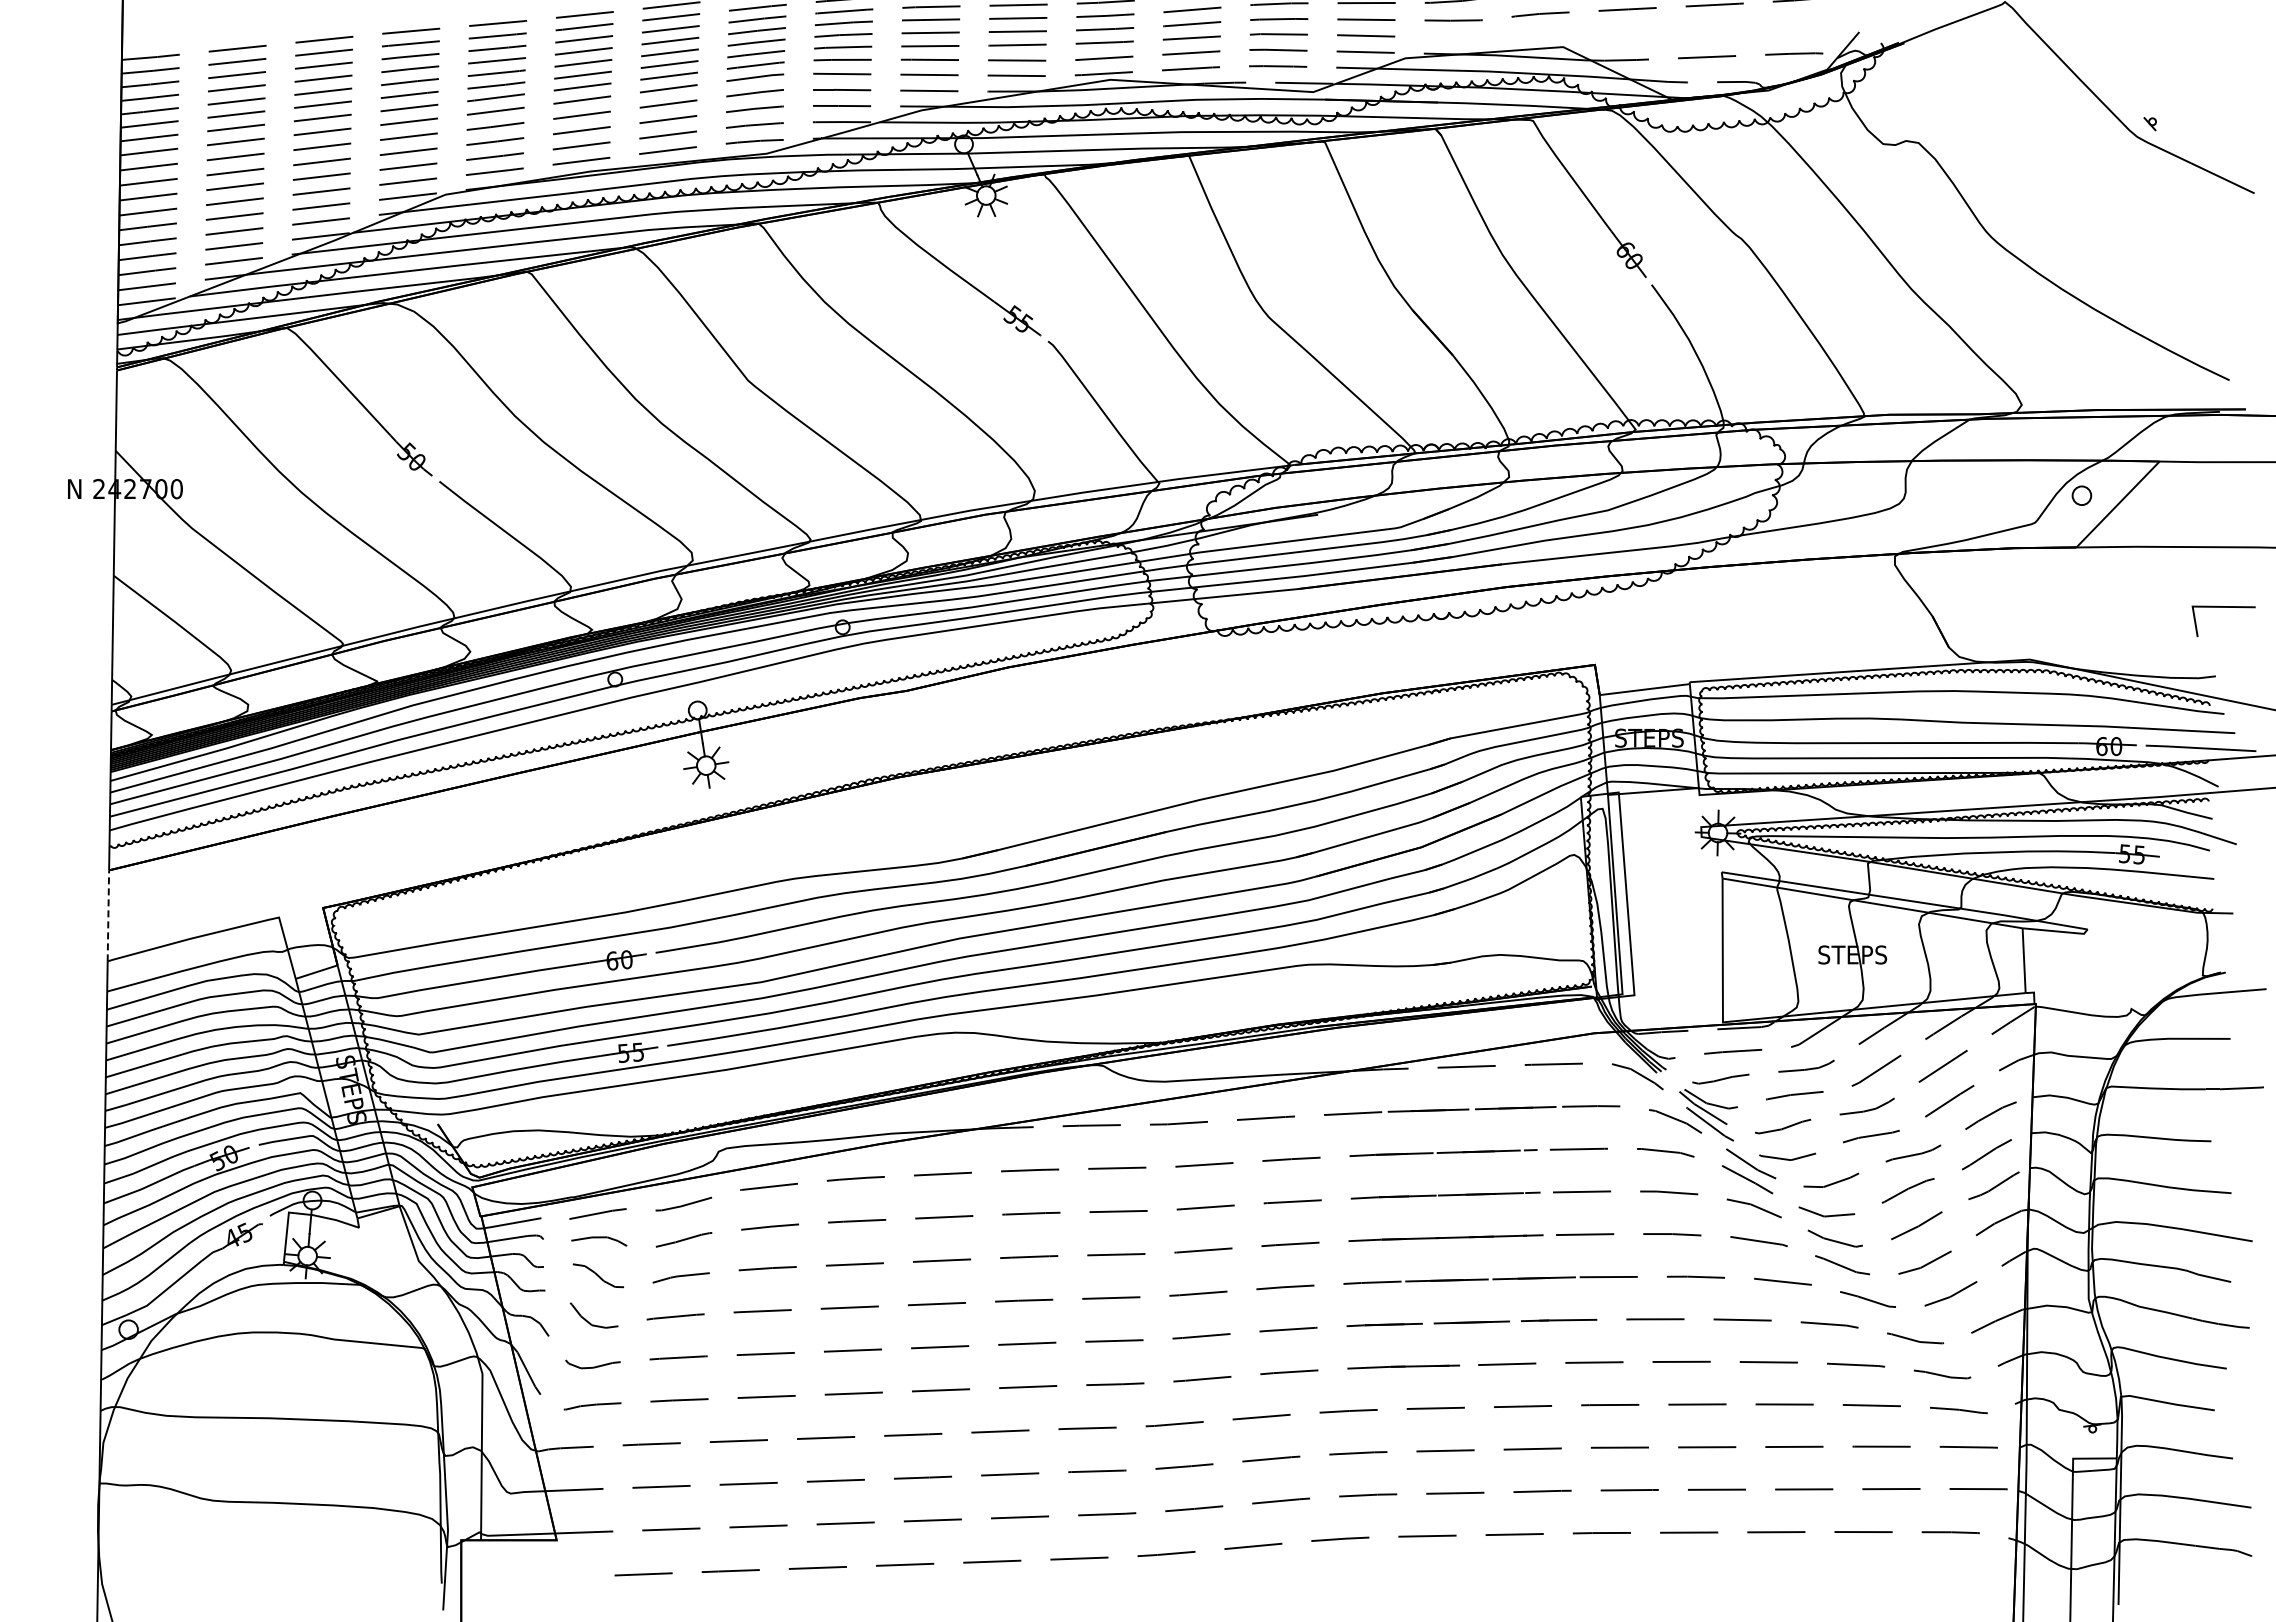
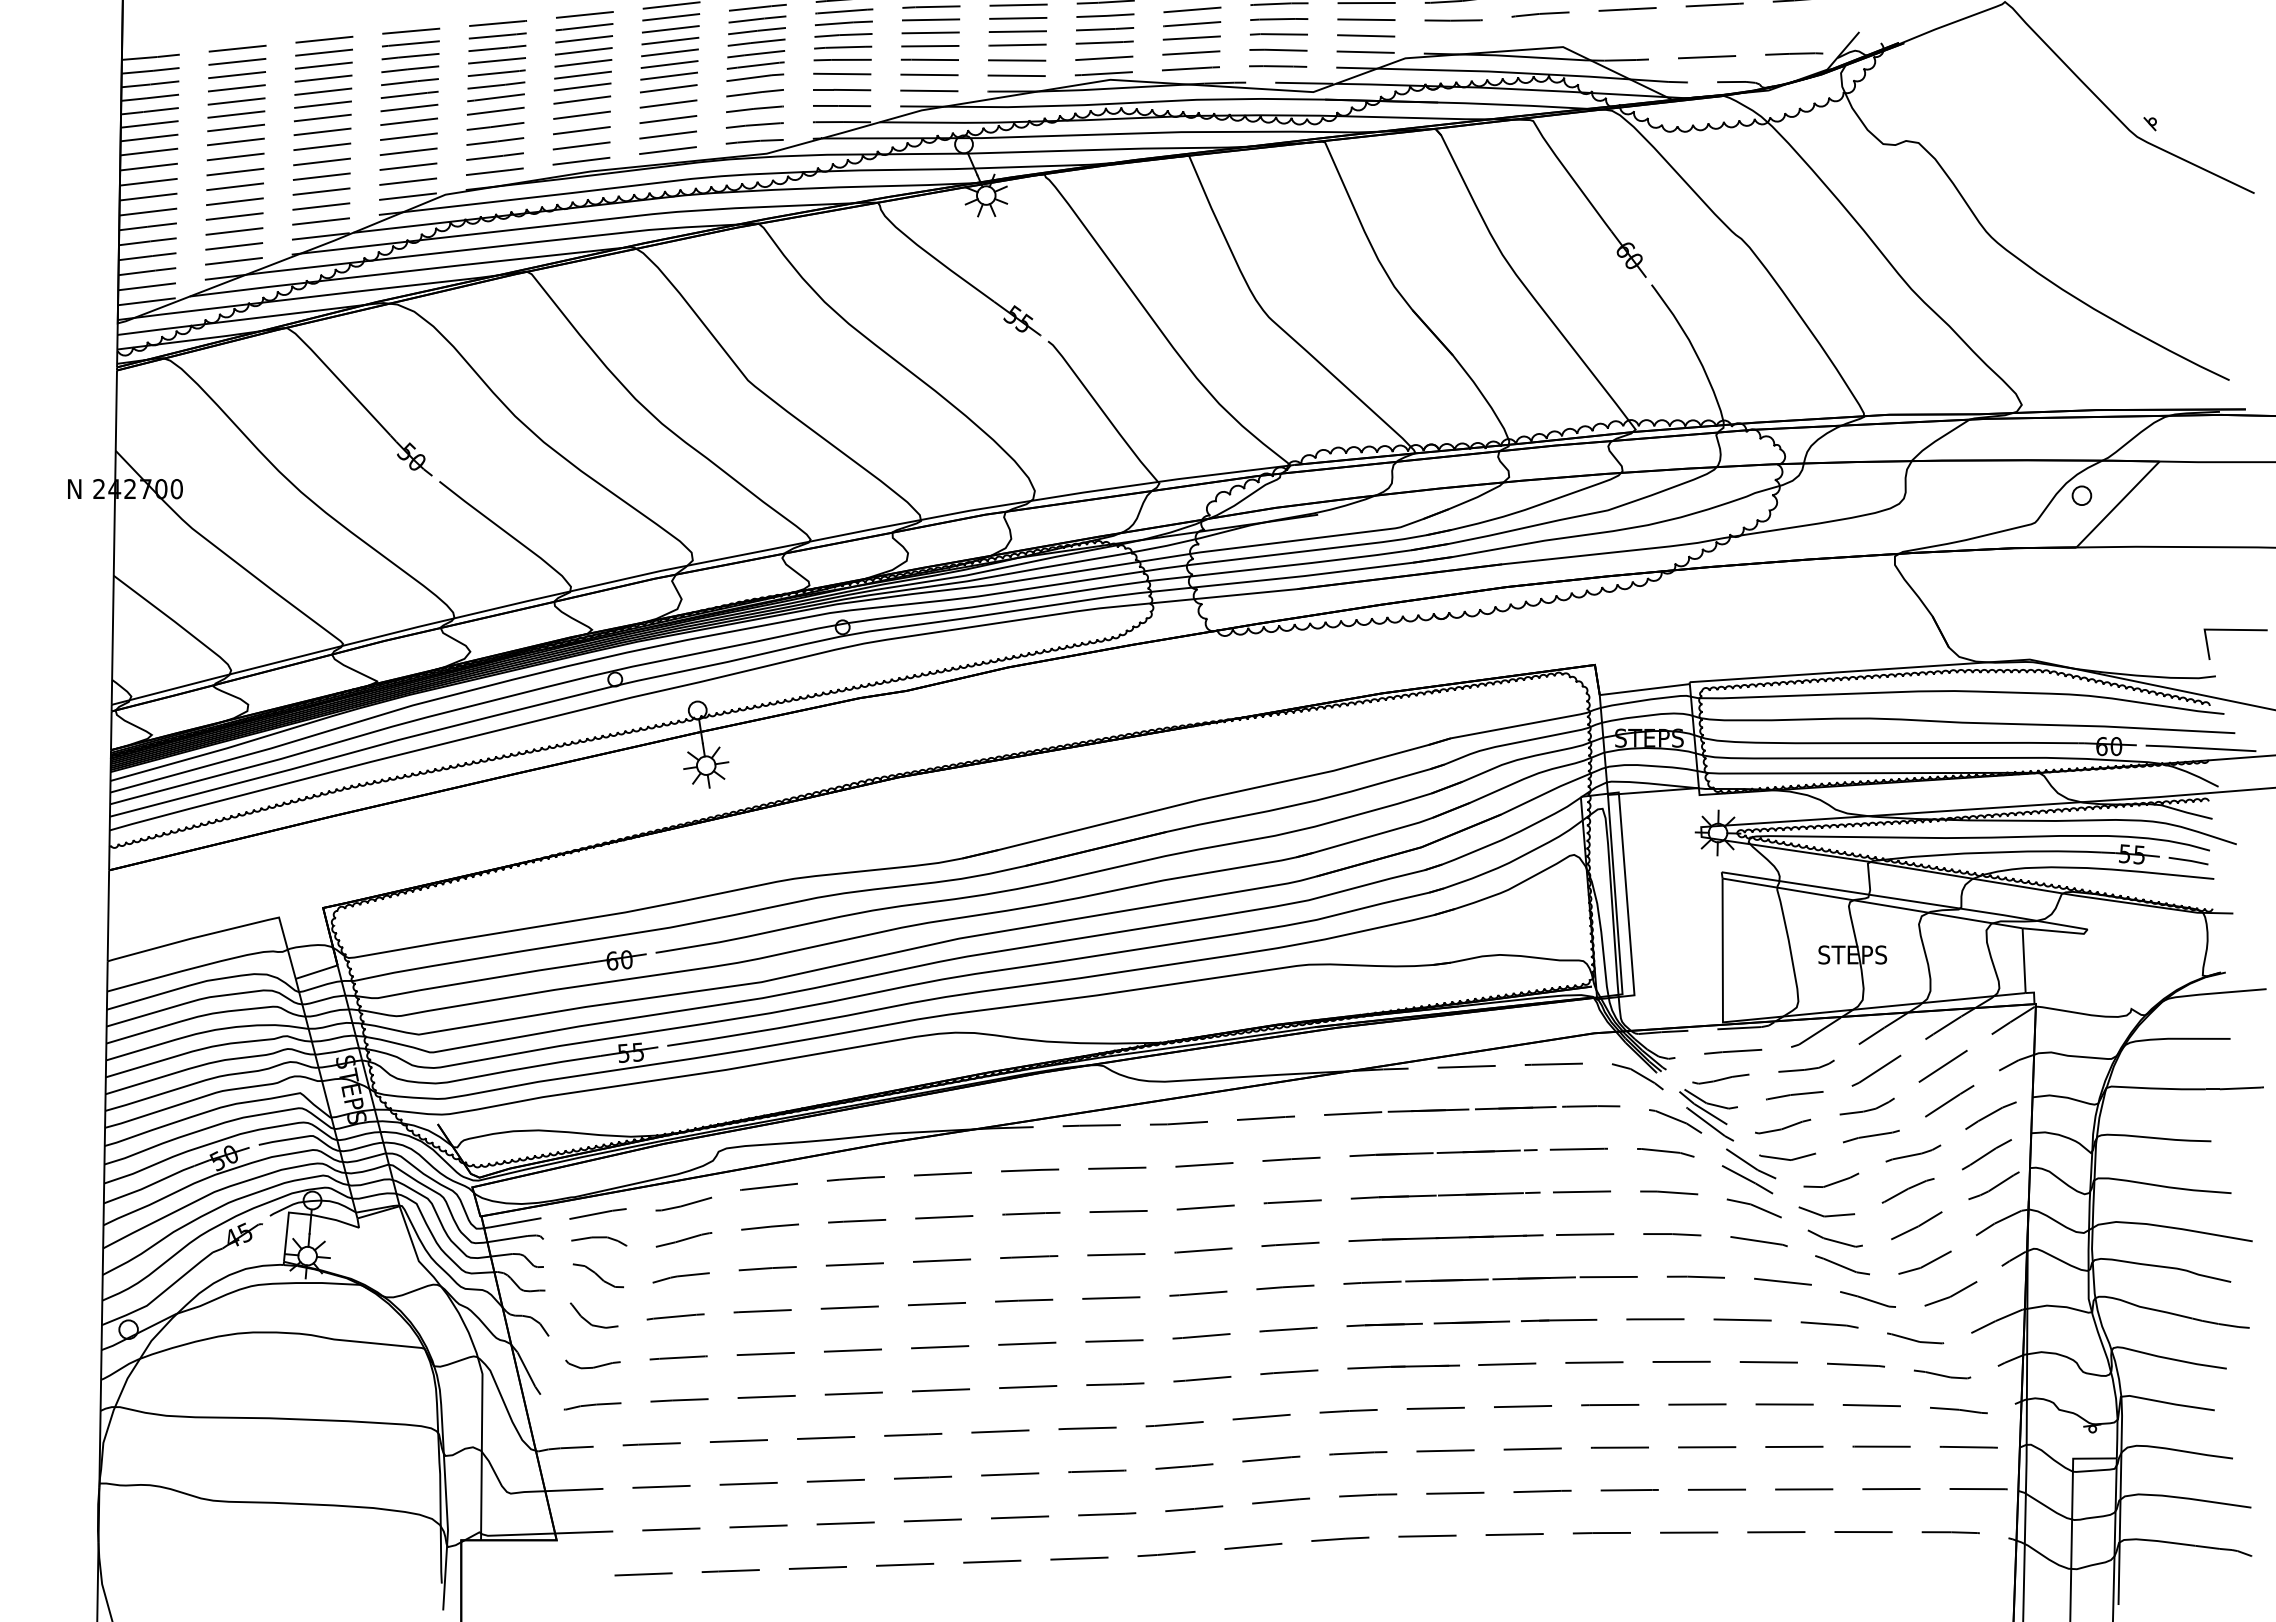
line at (2223, 607) position: (2223, 607) -> (2235, 630)
line at (2188, 860): none -> present
line at (108, 915): dashed -> solid
